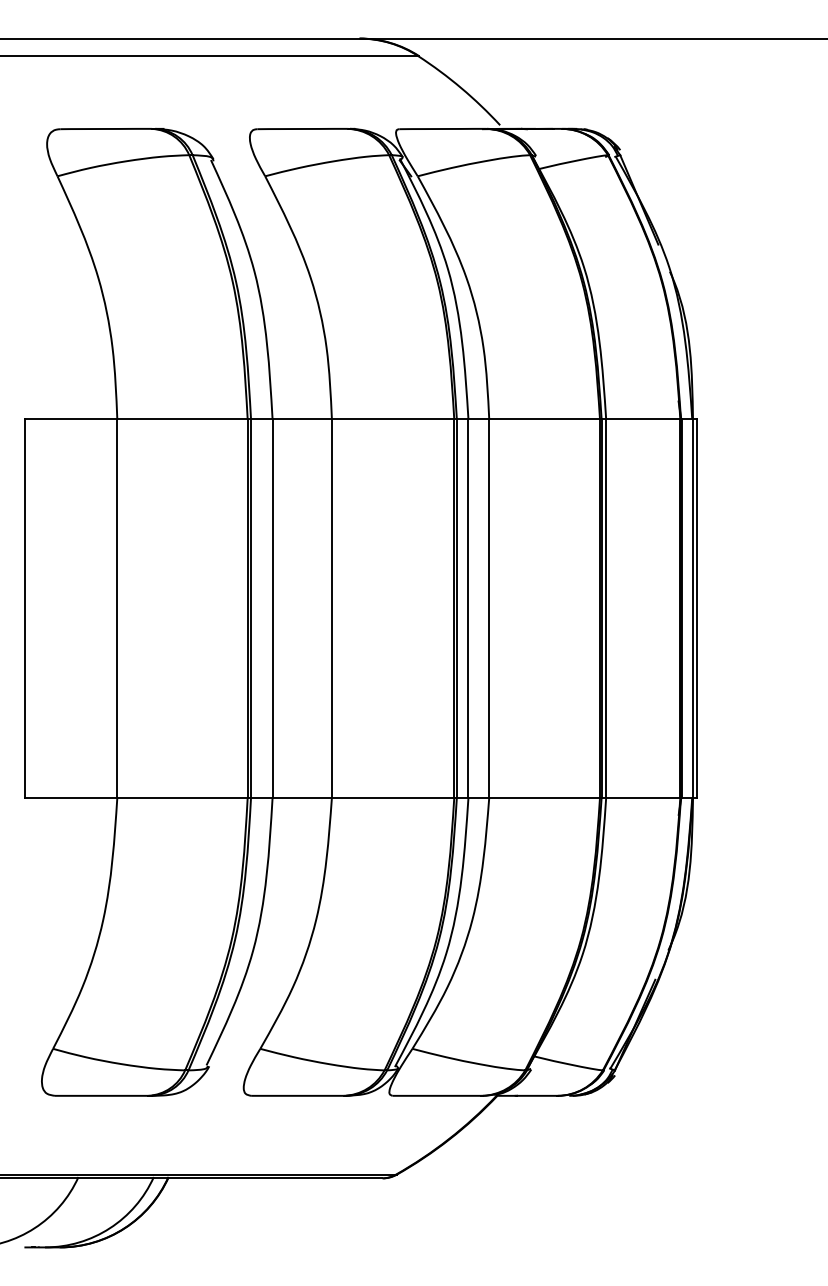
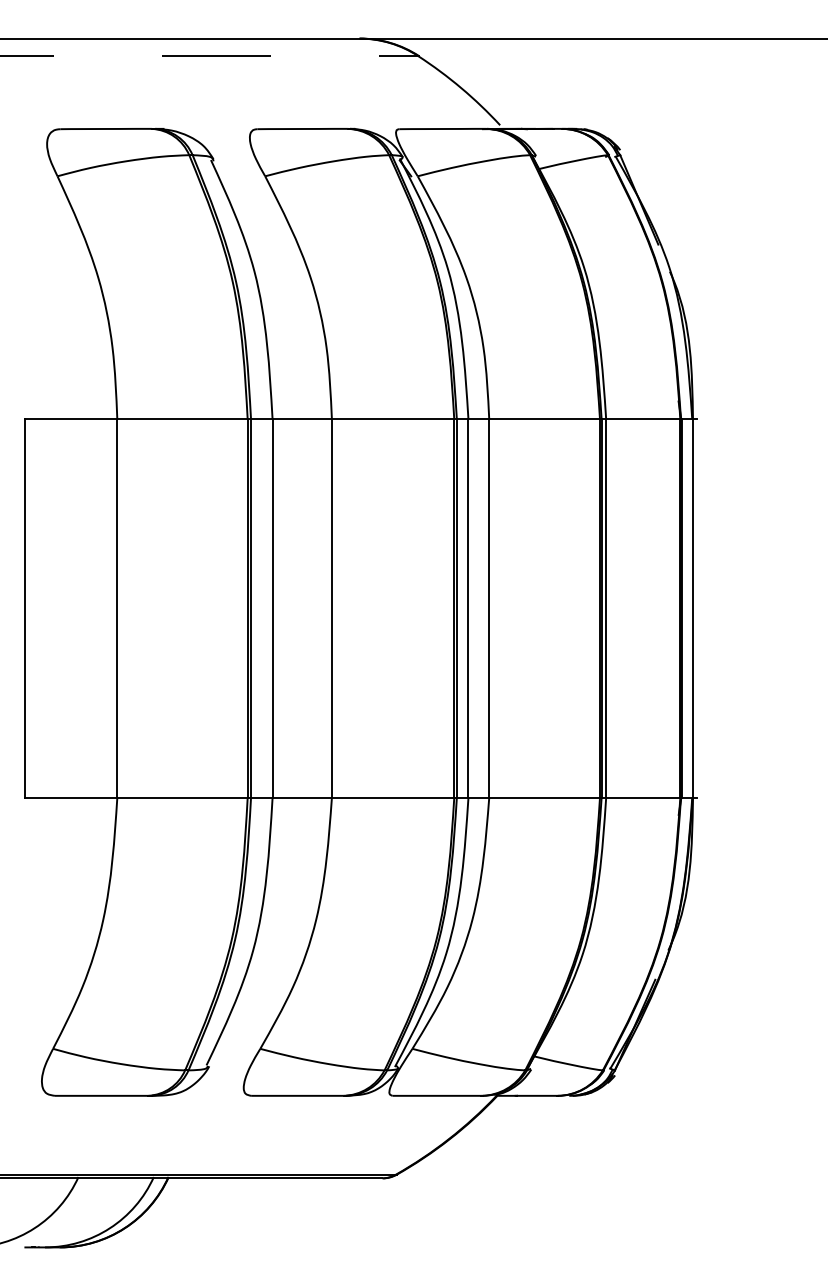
line at (209, 56): solid -> dashed
line at (696, 608): present -> none
